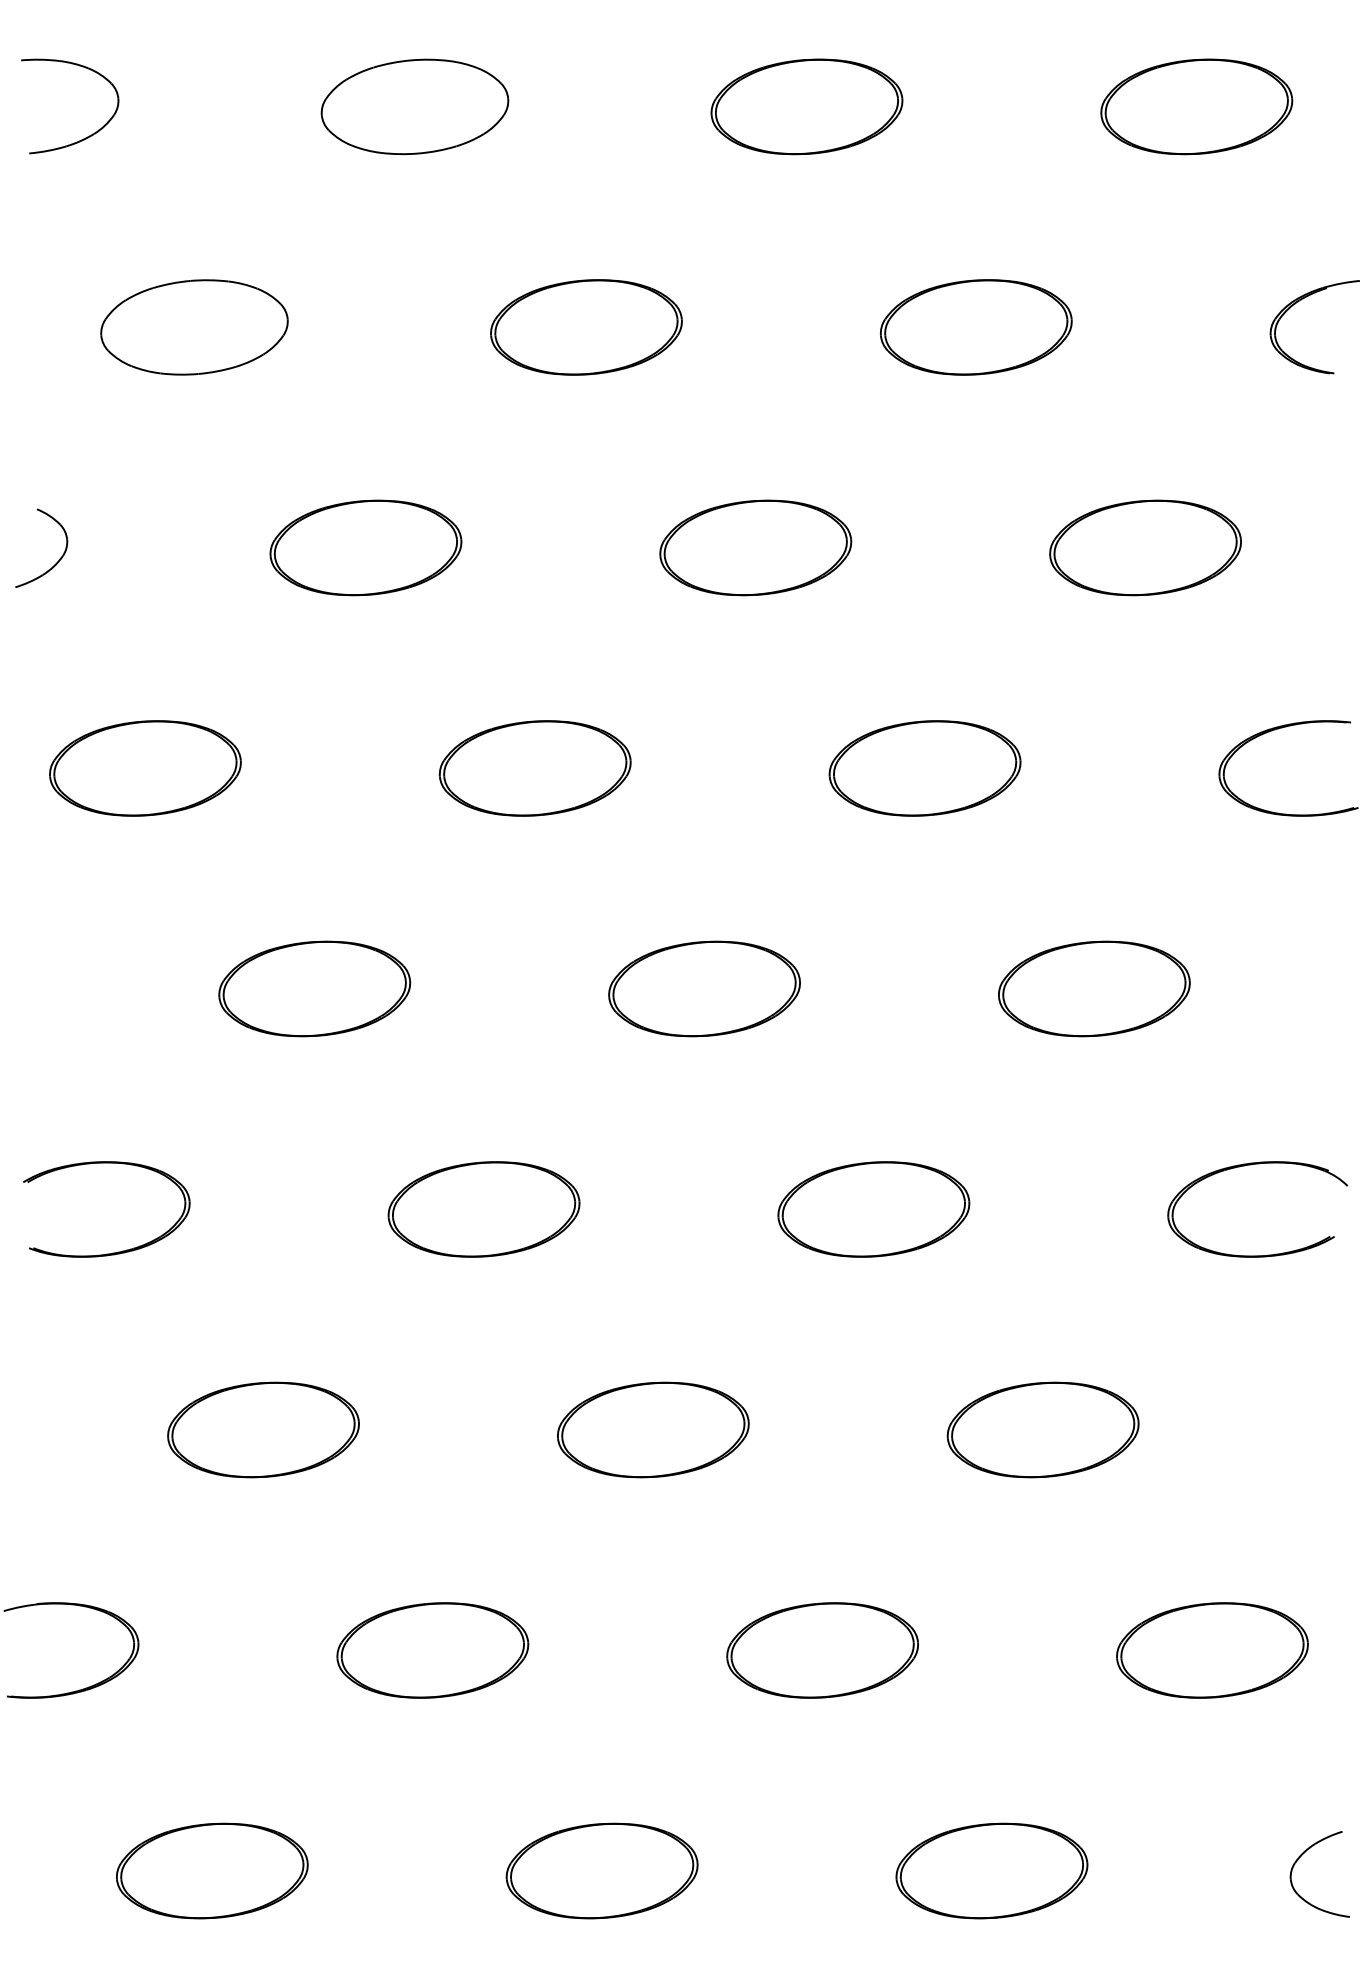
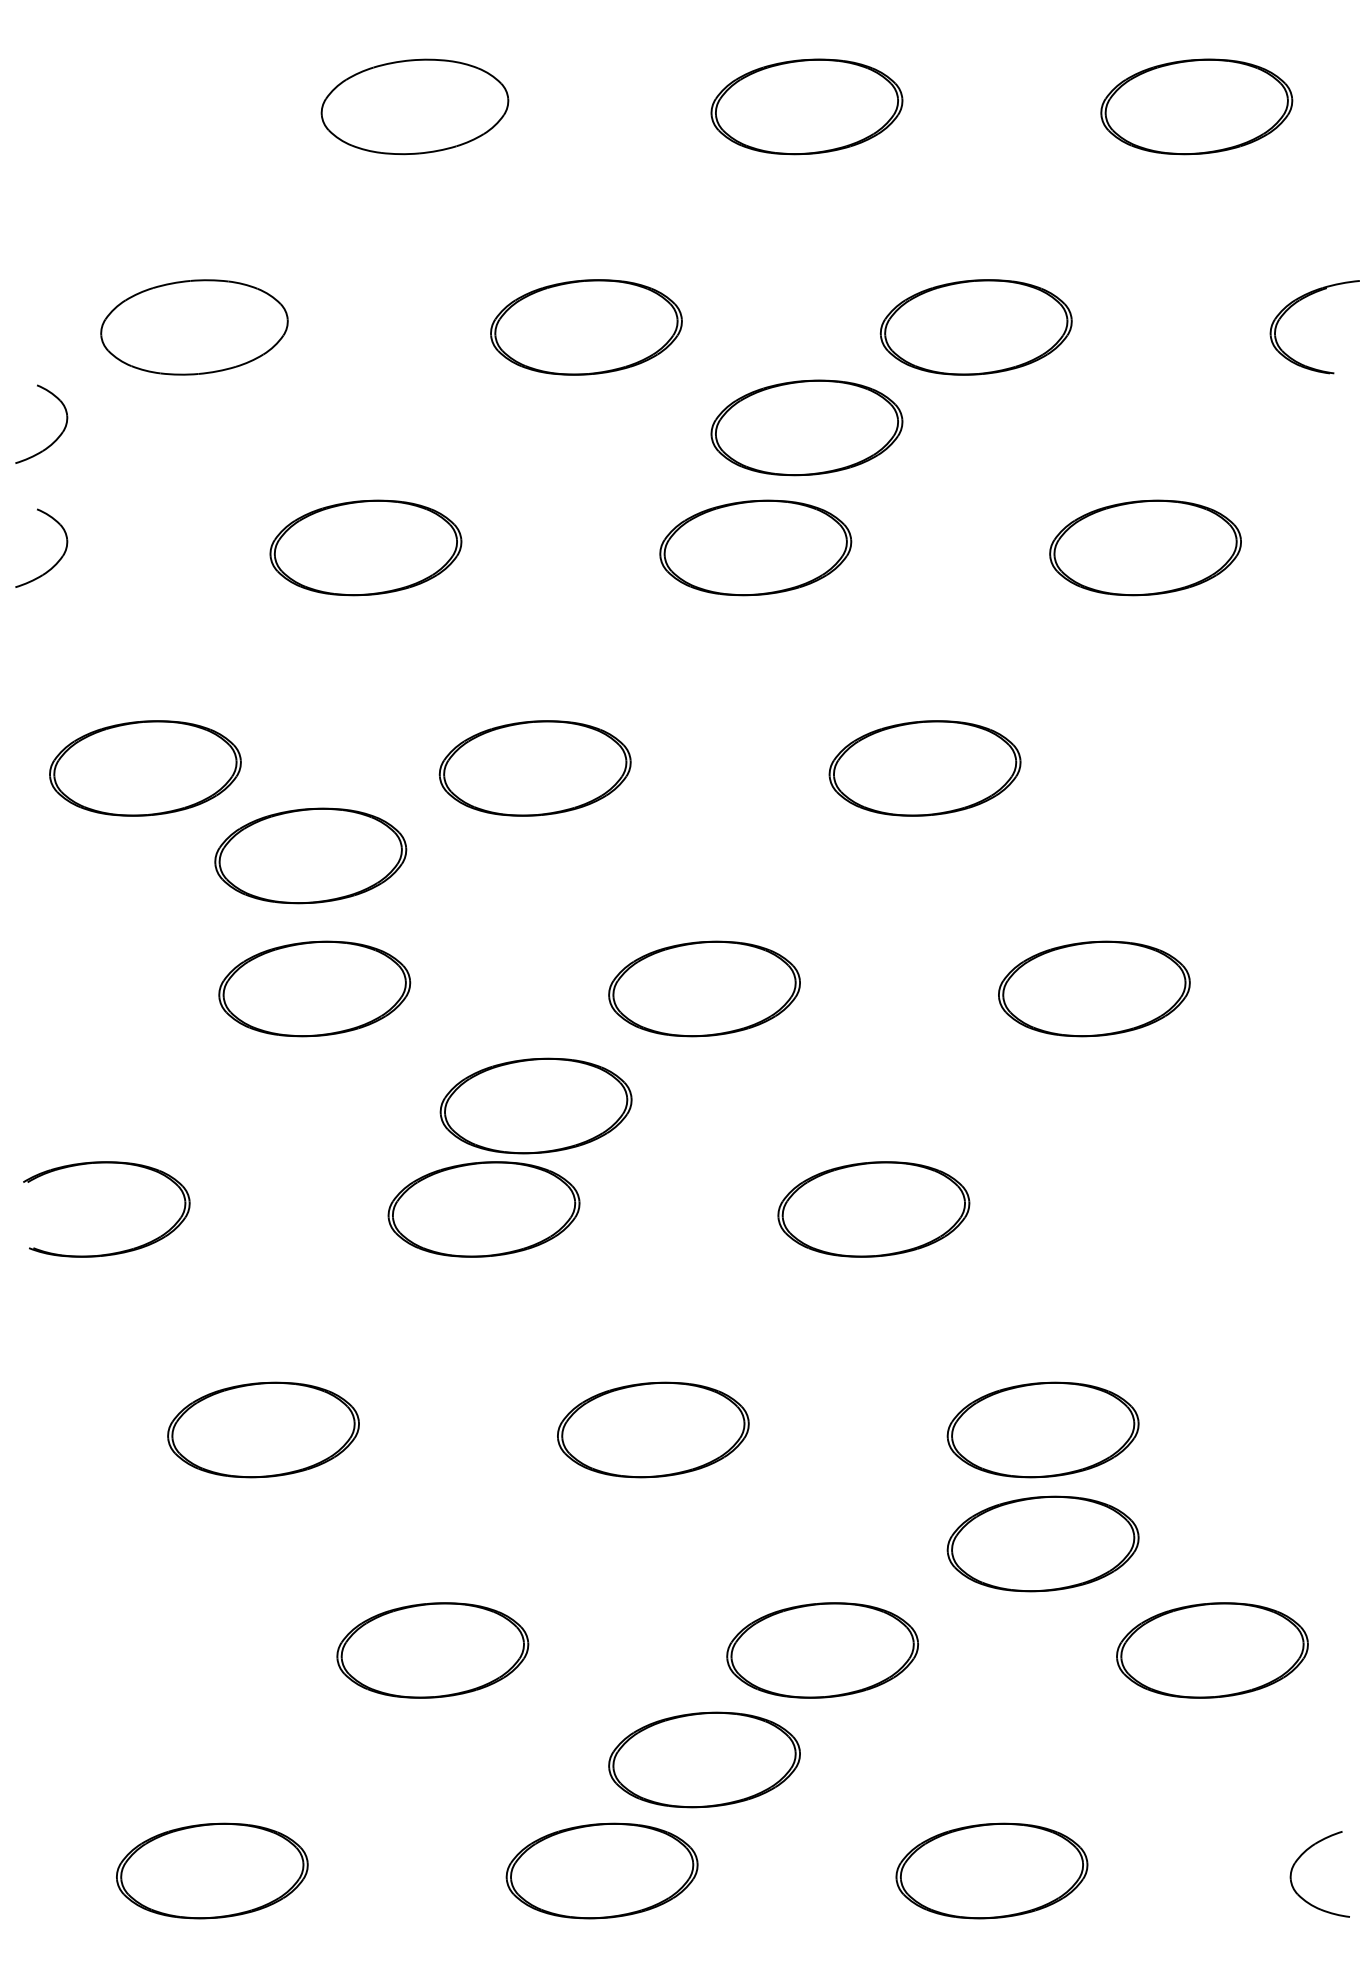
part at (85, 137): present -> none
part at (806, 427): none -> present
part at (59, 434): none -> present
part at (1275, 730): present -> none
part at (310, 855): none -> present
part at (535, 1105): none -> present
part at (1251, 1165): present -> none
part at (1042, 1543): none -> present
part at (85, 1687): present -> none
part at (704, 1759): none -> present
